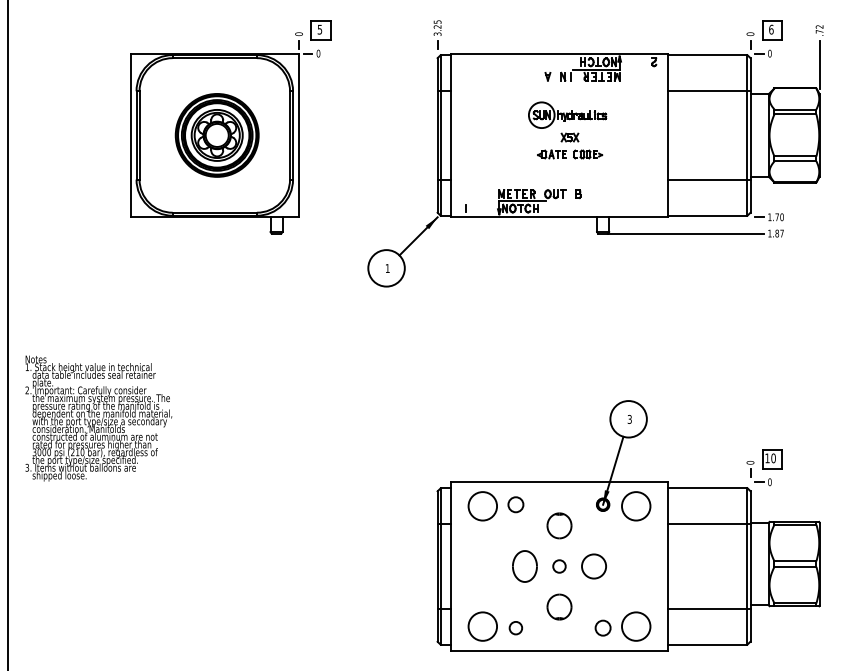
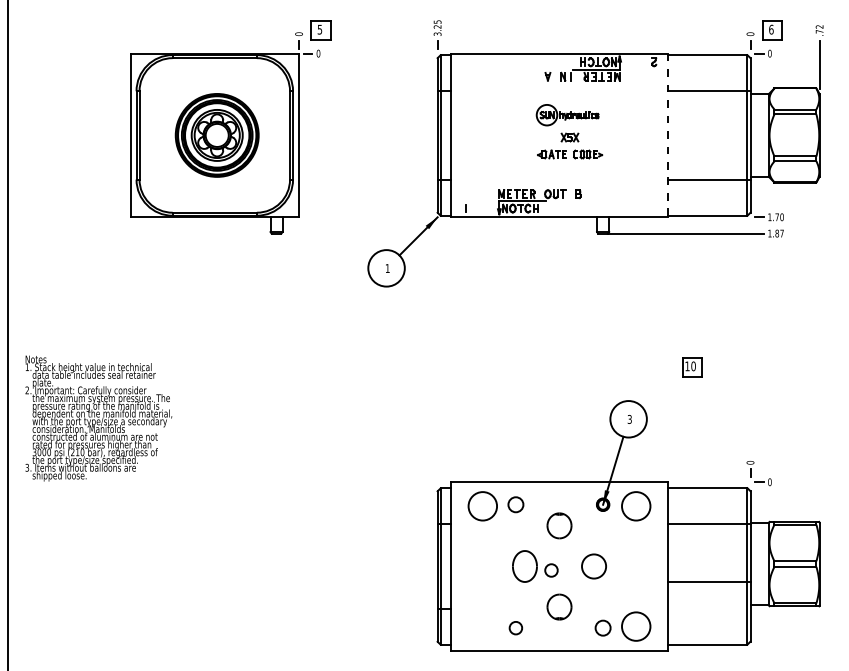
part at (567, 114) size: 80x28 px -> 65x23 px
line at (667, 135): solid -> dashed
part at (772, 459) position: (772, 459) -> (692, 367)
circle at (559, 566) position: (559, 566) -> (551, 570)
line at (708, 608) position: (708, 608) -> (708, 581)
circle at (482, 626): present -> none
